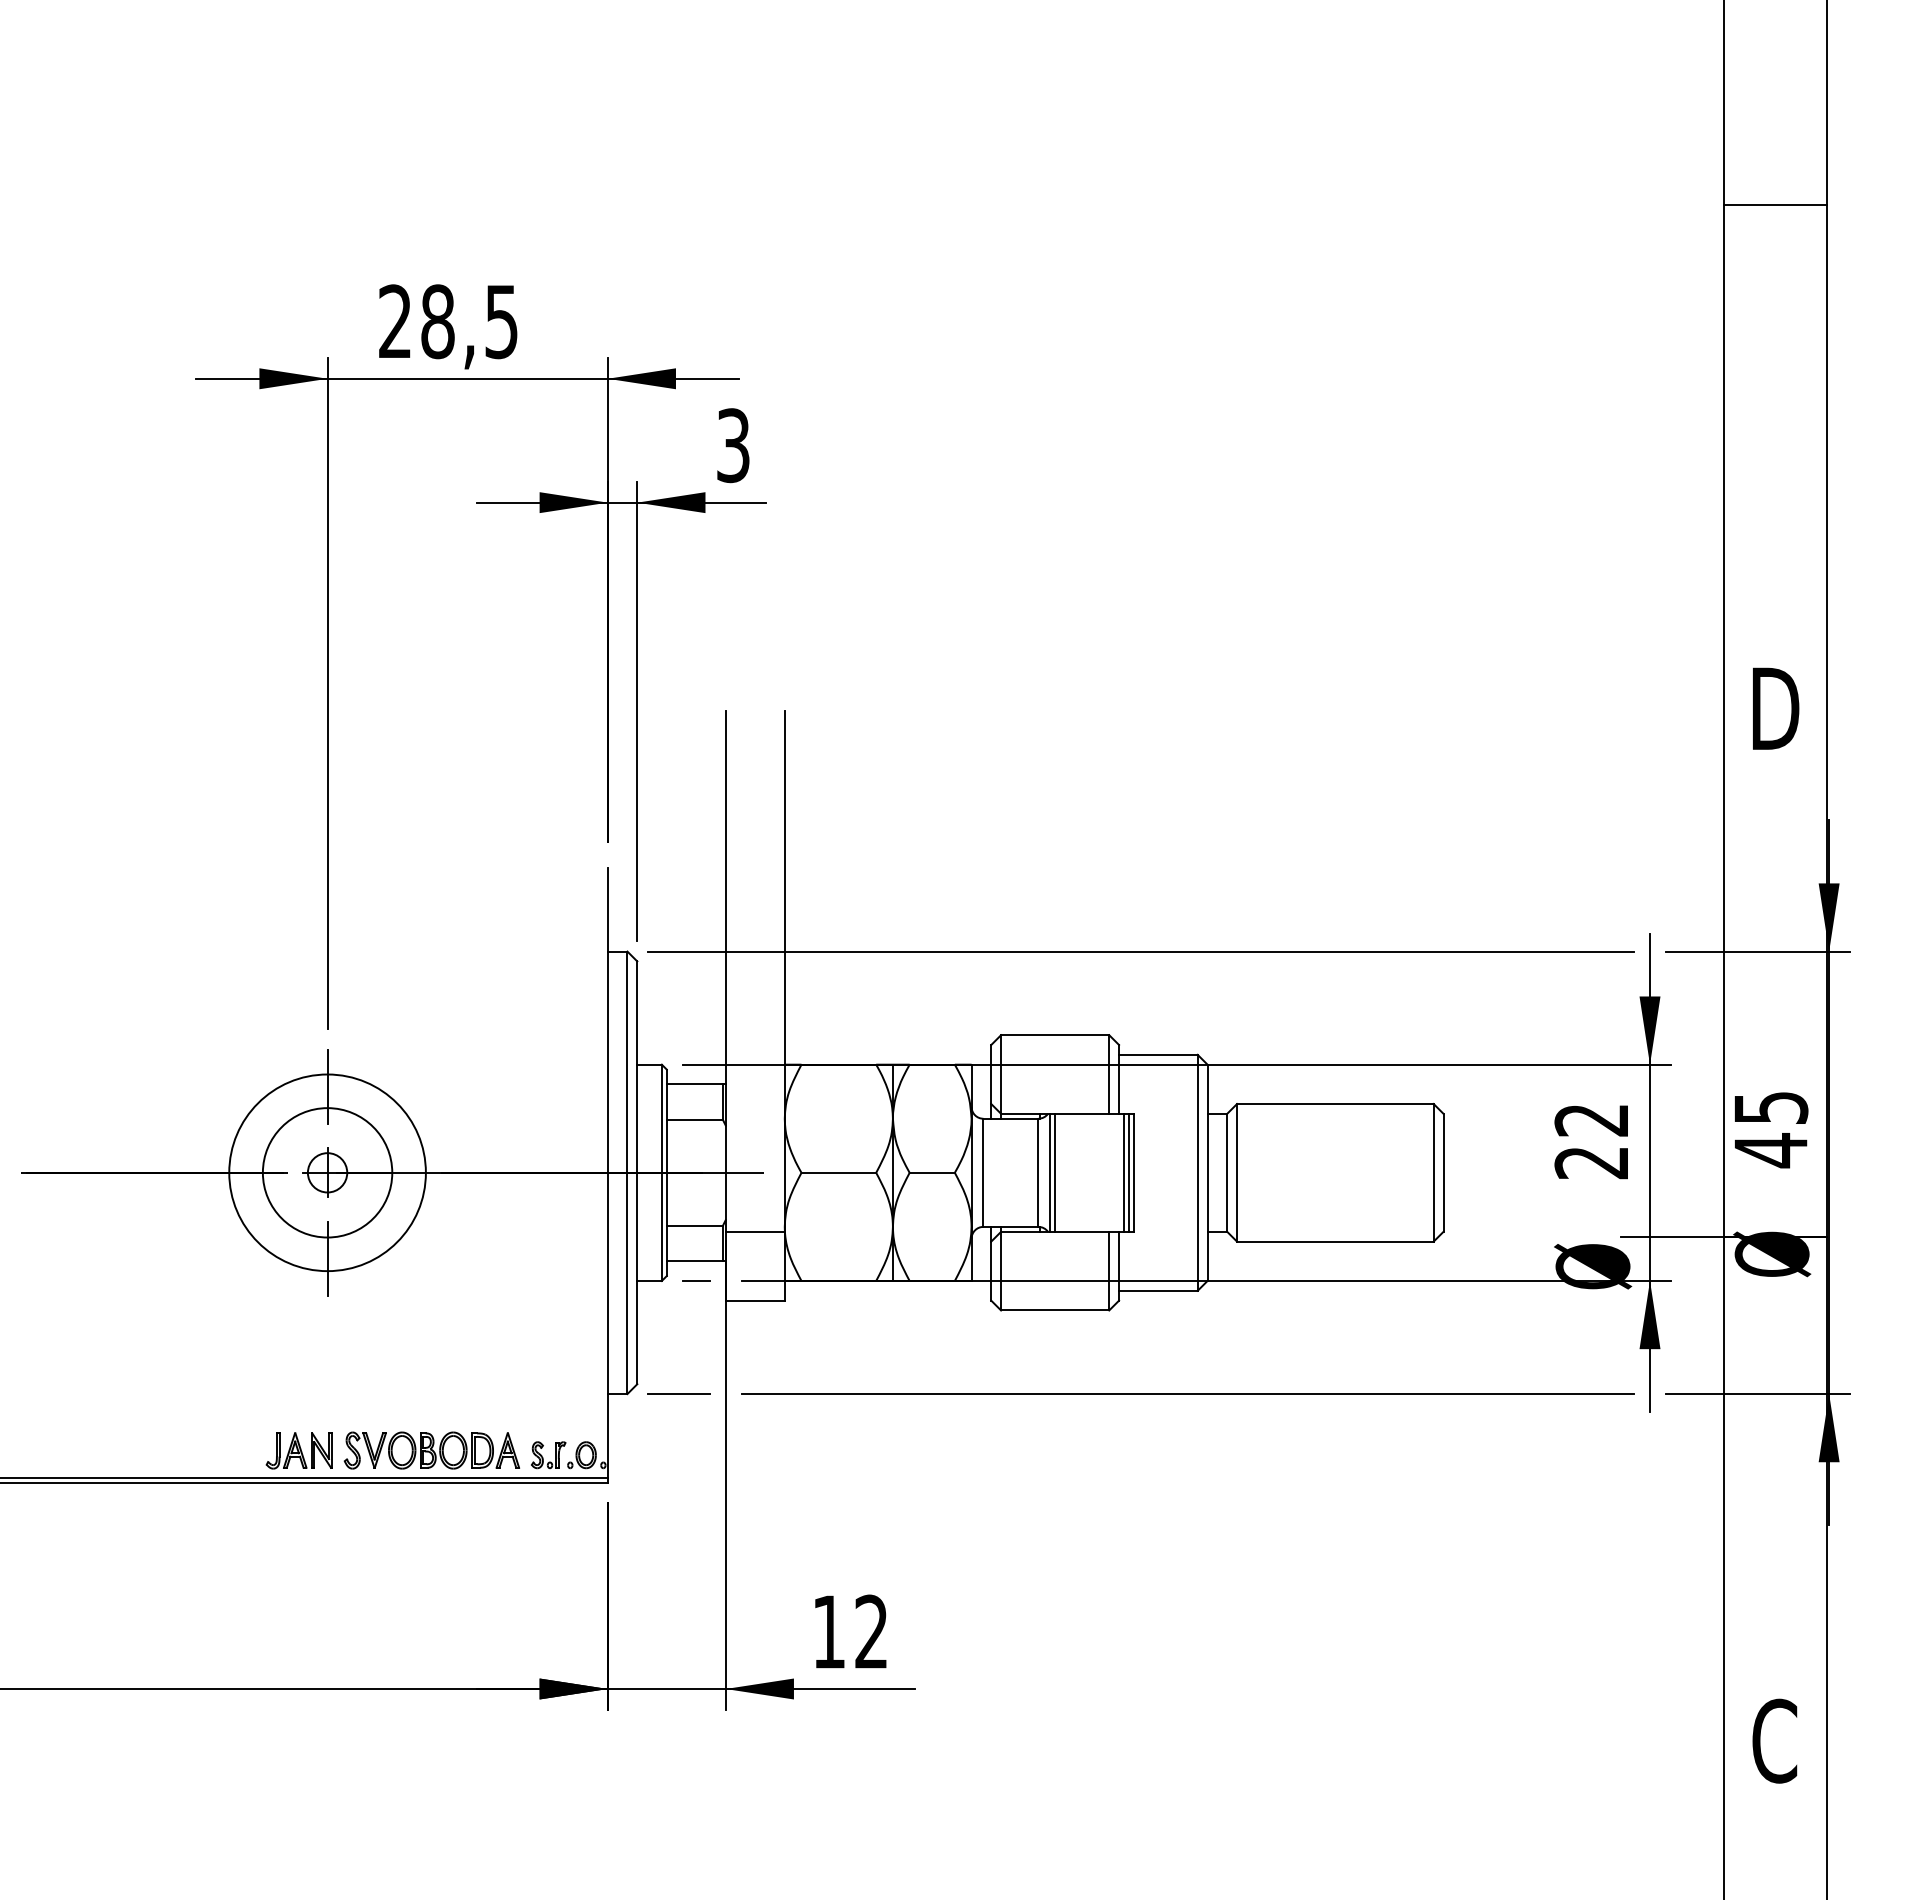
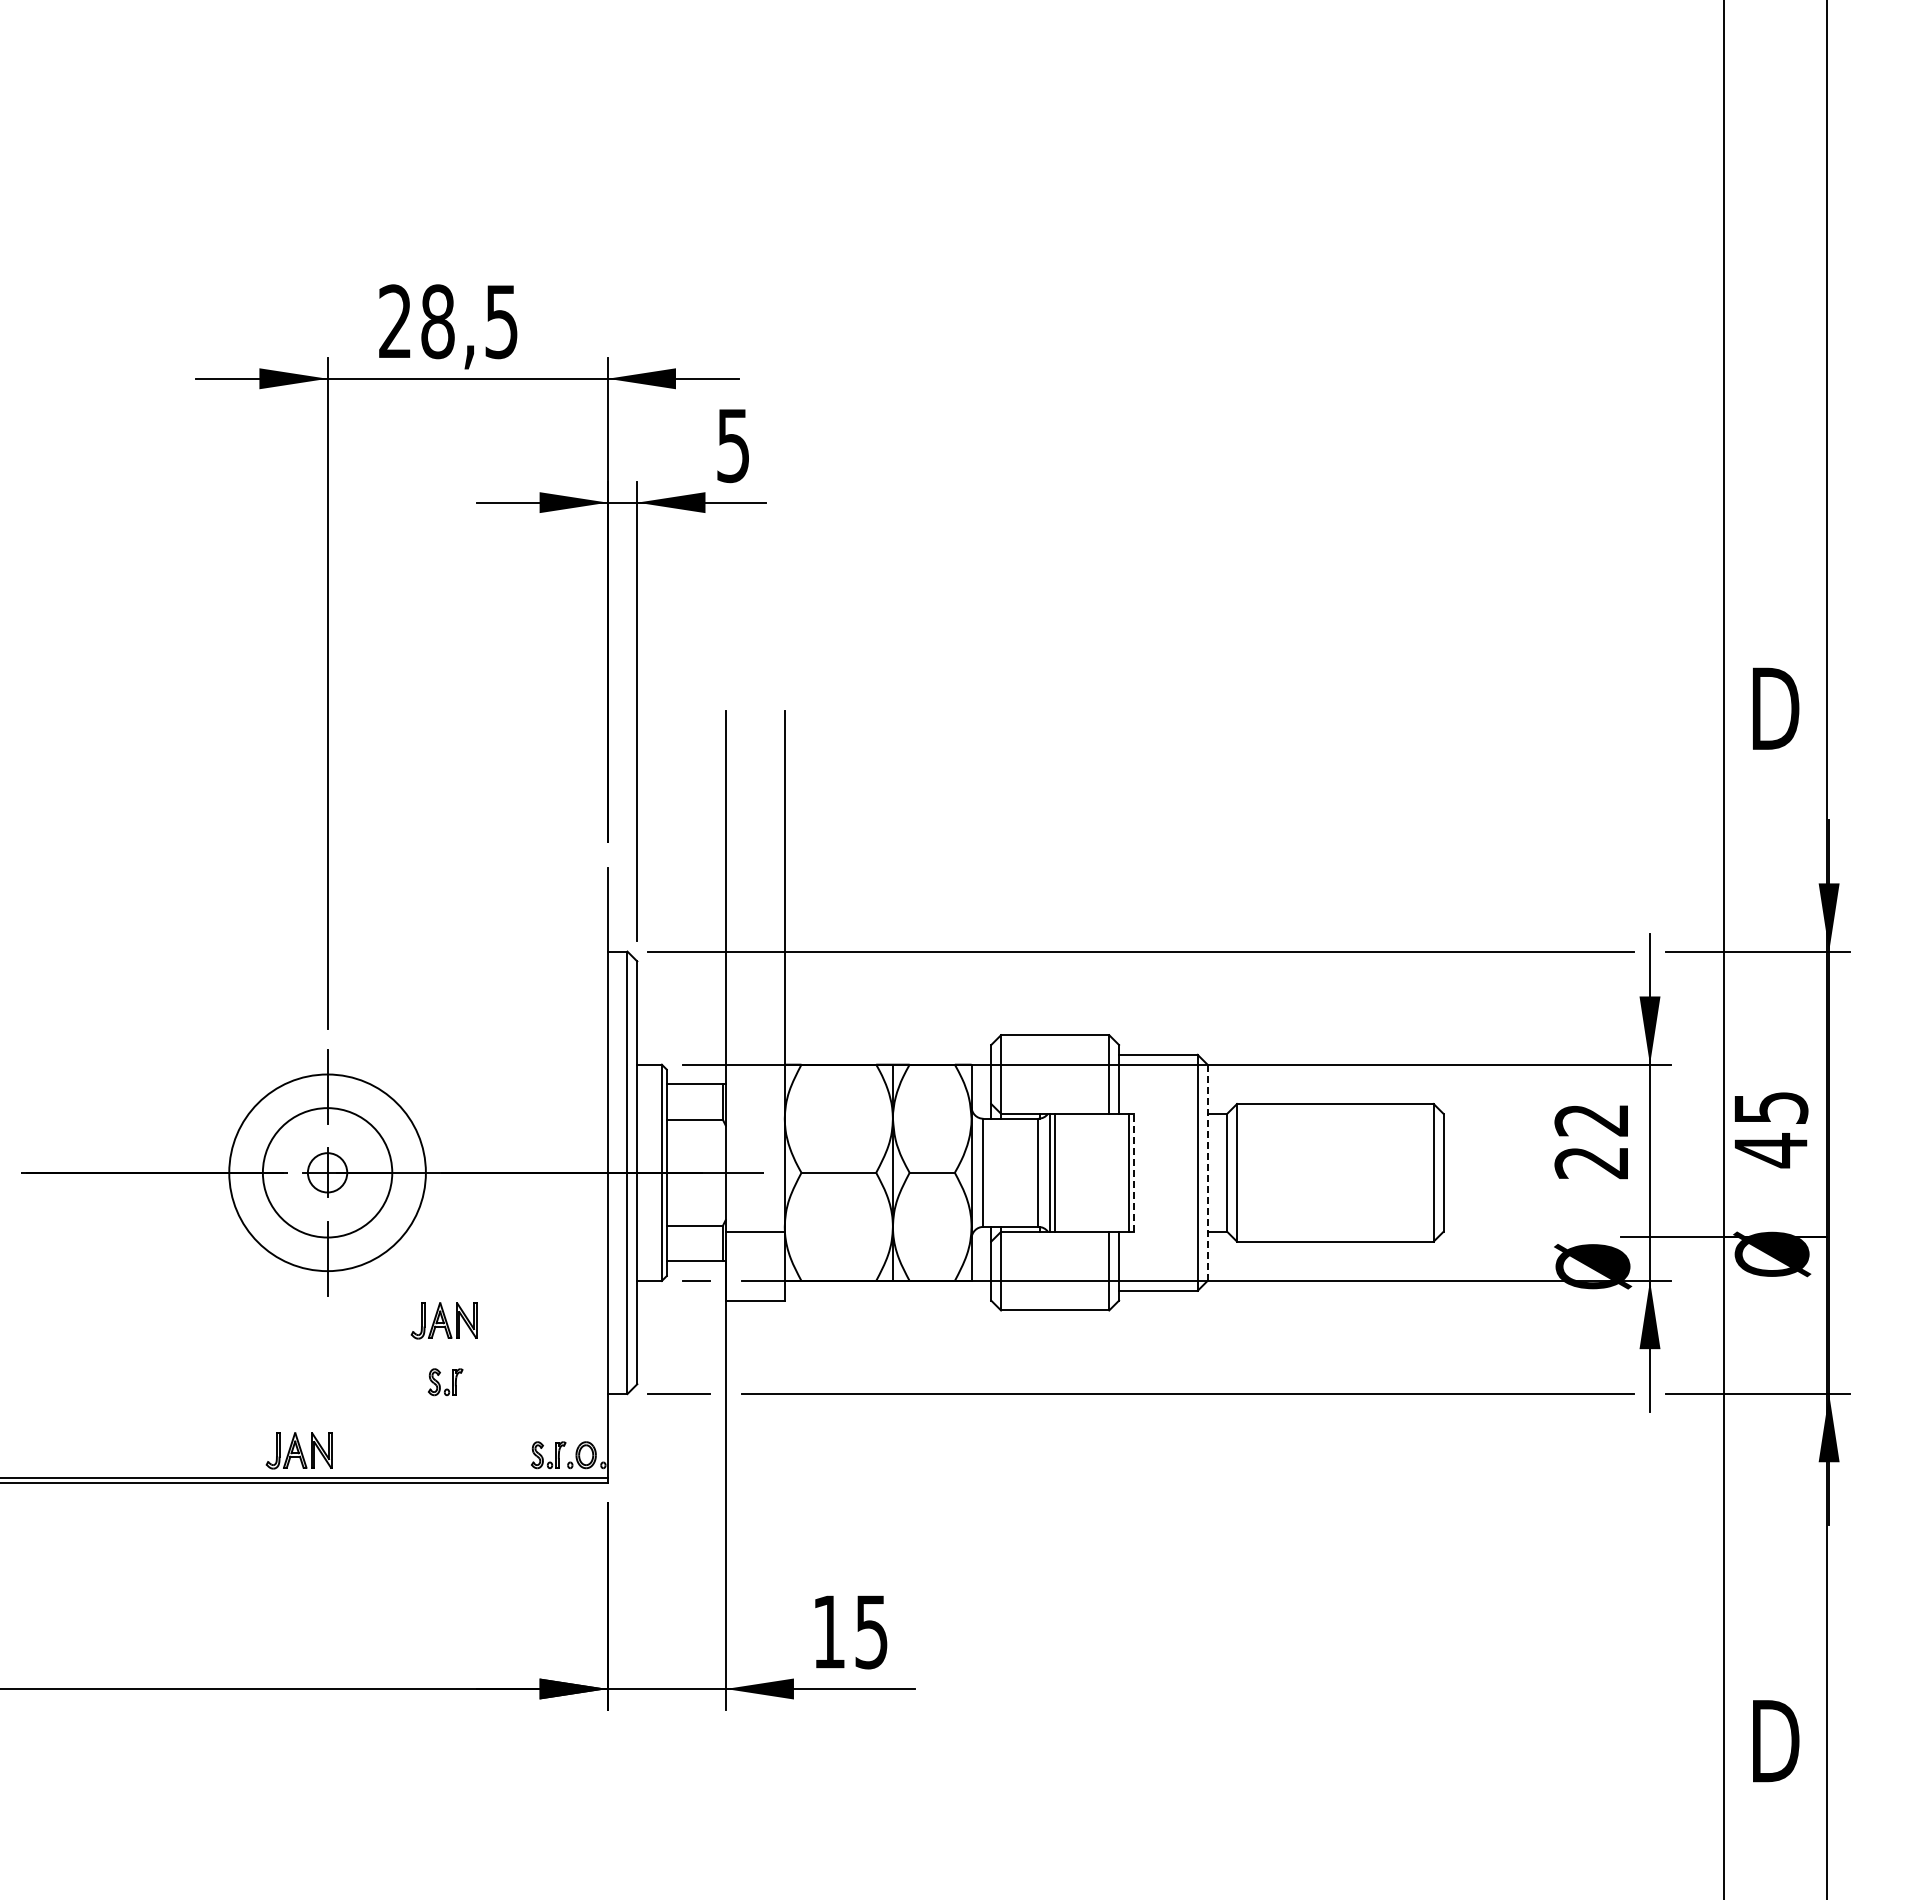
line at (1775, 204): present -> none
text at (733, 445): 3 -> 5
line at (1123, 1172): present -> none
line at (1133, 1172): solid -> dashed
line at (1207, 1173): solid -> dashed
part at (443, 1320): none -> present
part at (445, 1382): none -> present
part at (431, 1450): present -> none
text at (871, 1631): 12 -> 15
text at (1775, 1740): C -> D
